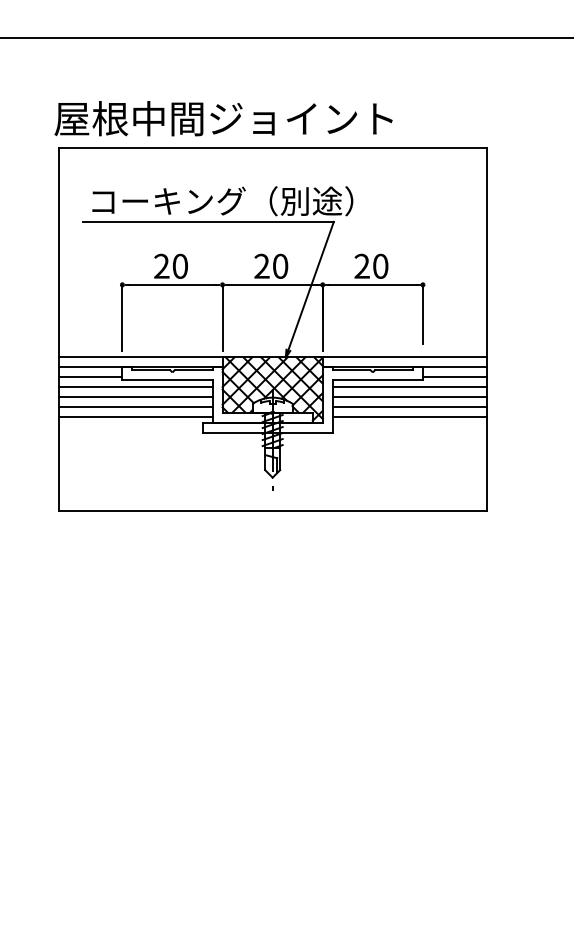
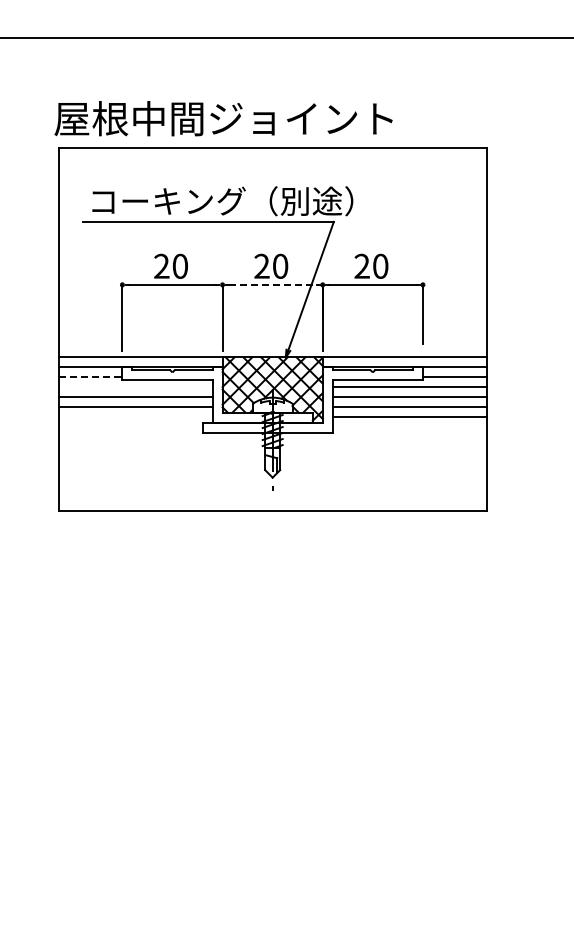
line at (272, 284): solid -> dashed
line at (90, 377): solid -> dashed
line at (135, 387): present -> none
line at (135, 417): present -> none
